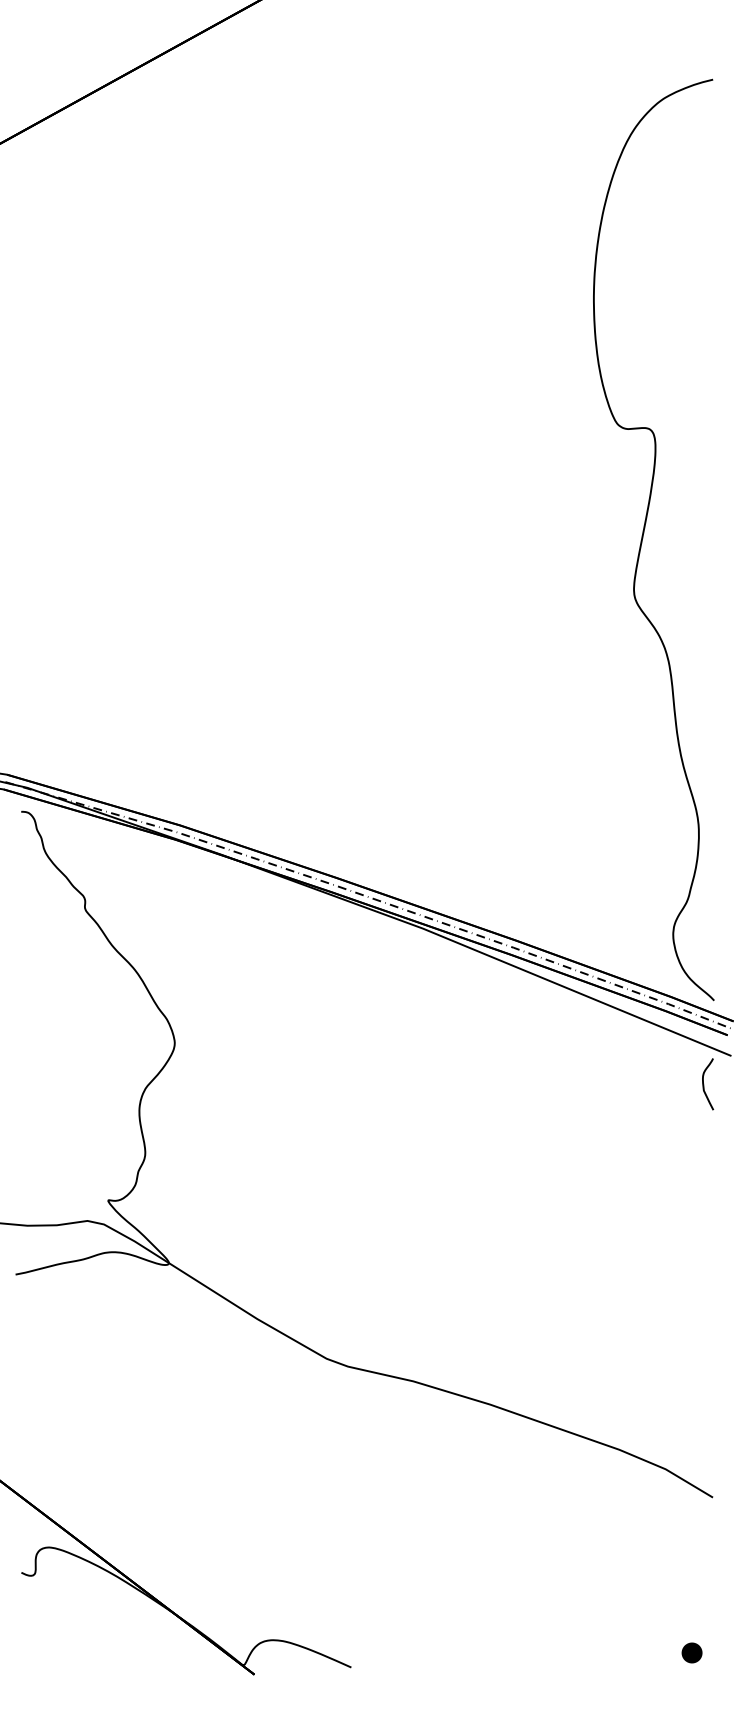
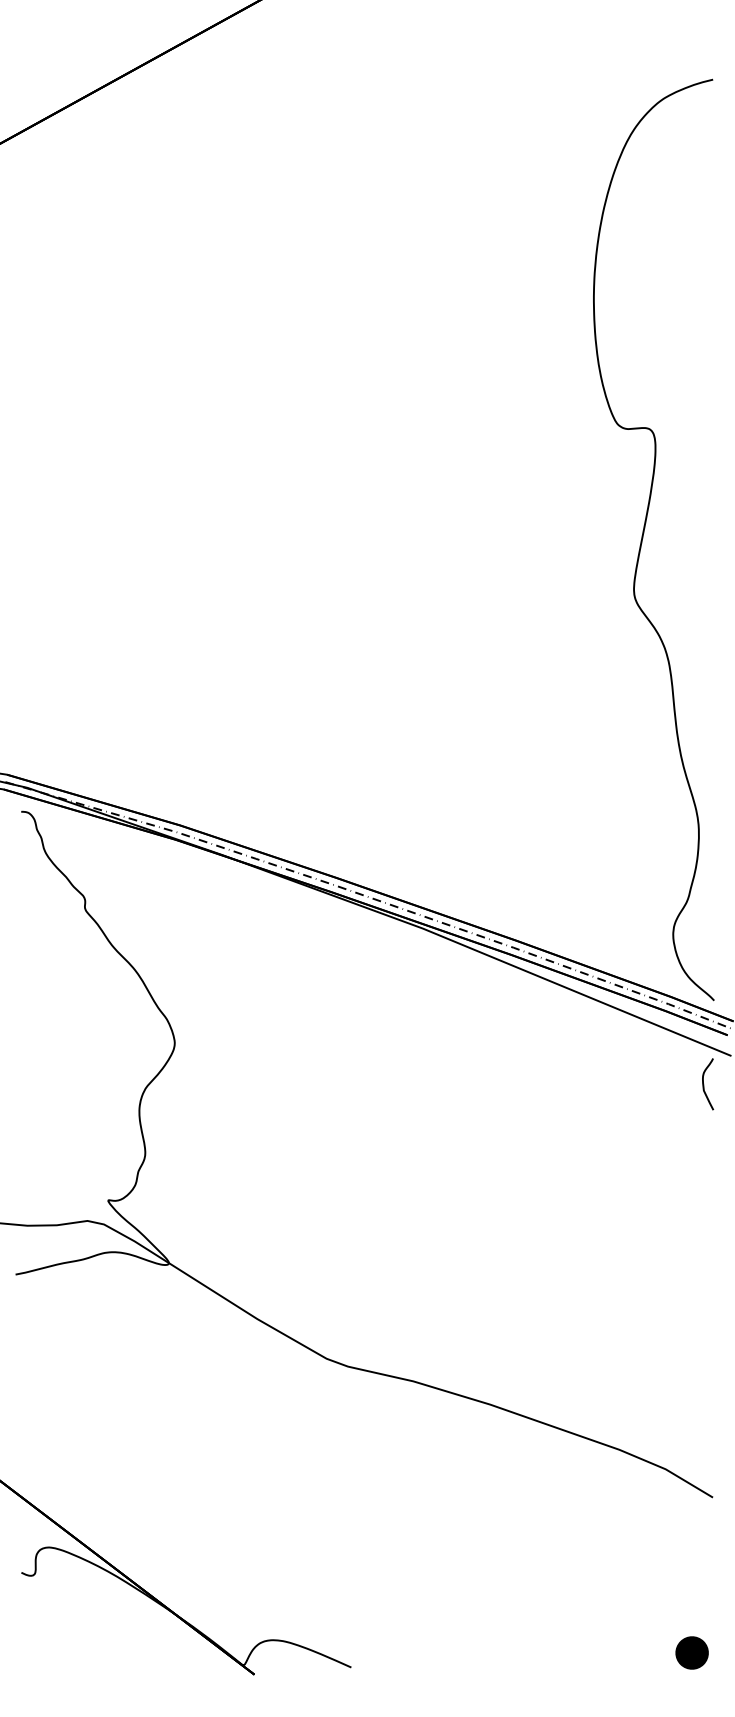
part at (691, 1652) size: 22x22 px -> 34x34 px
